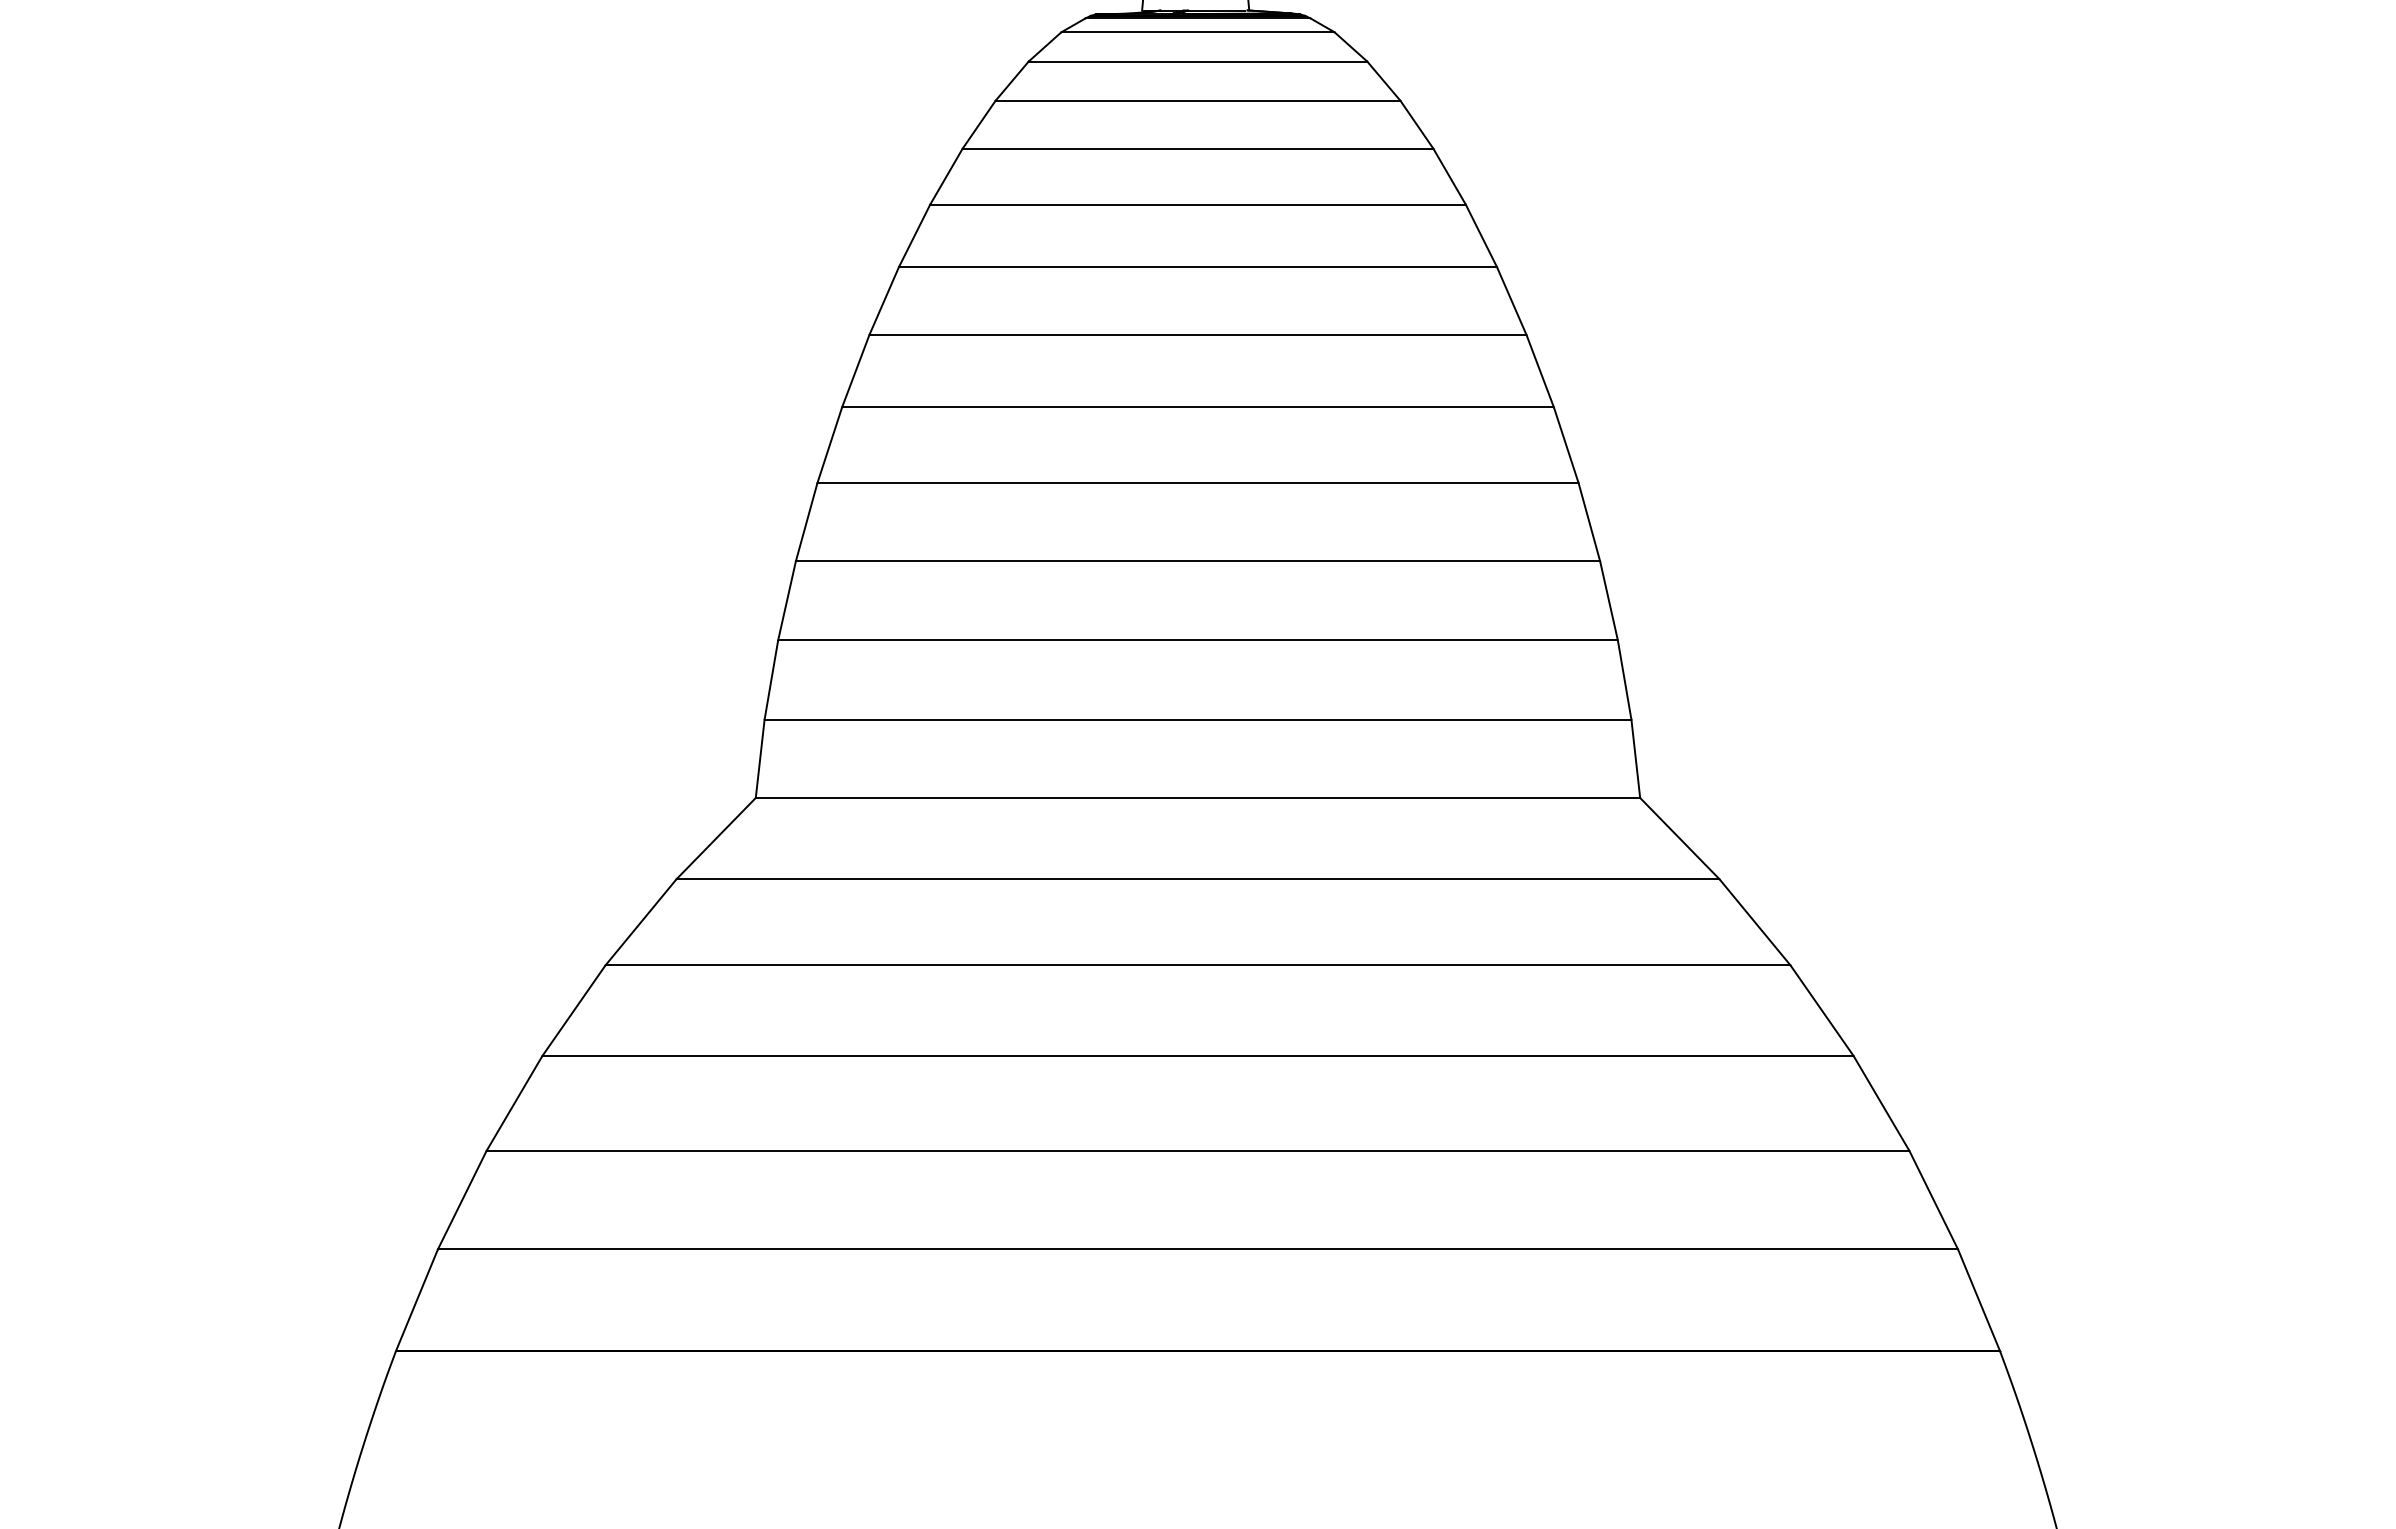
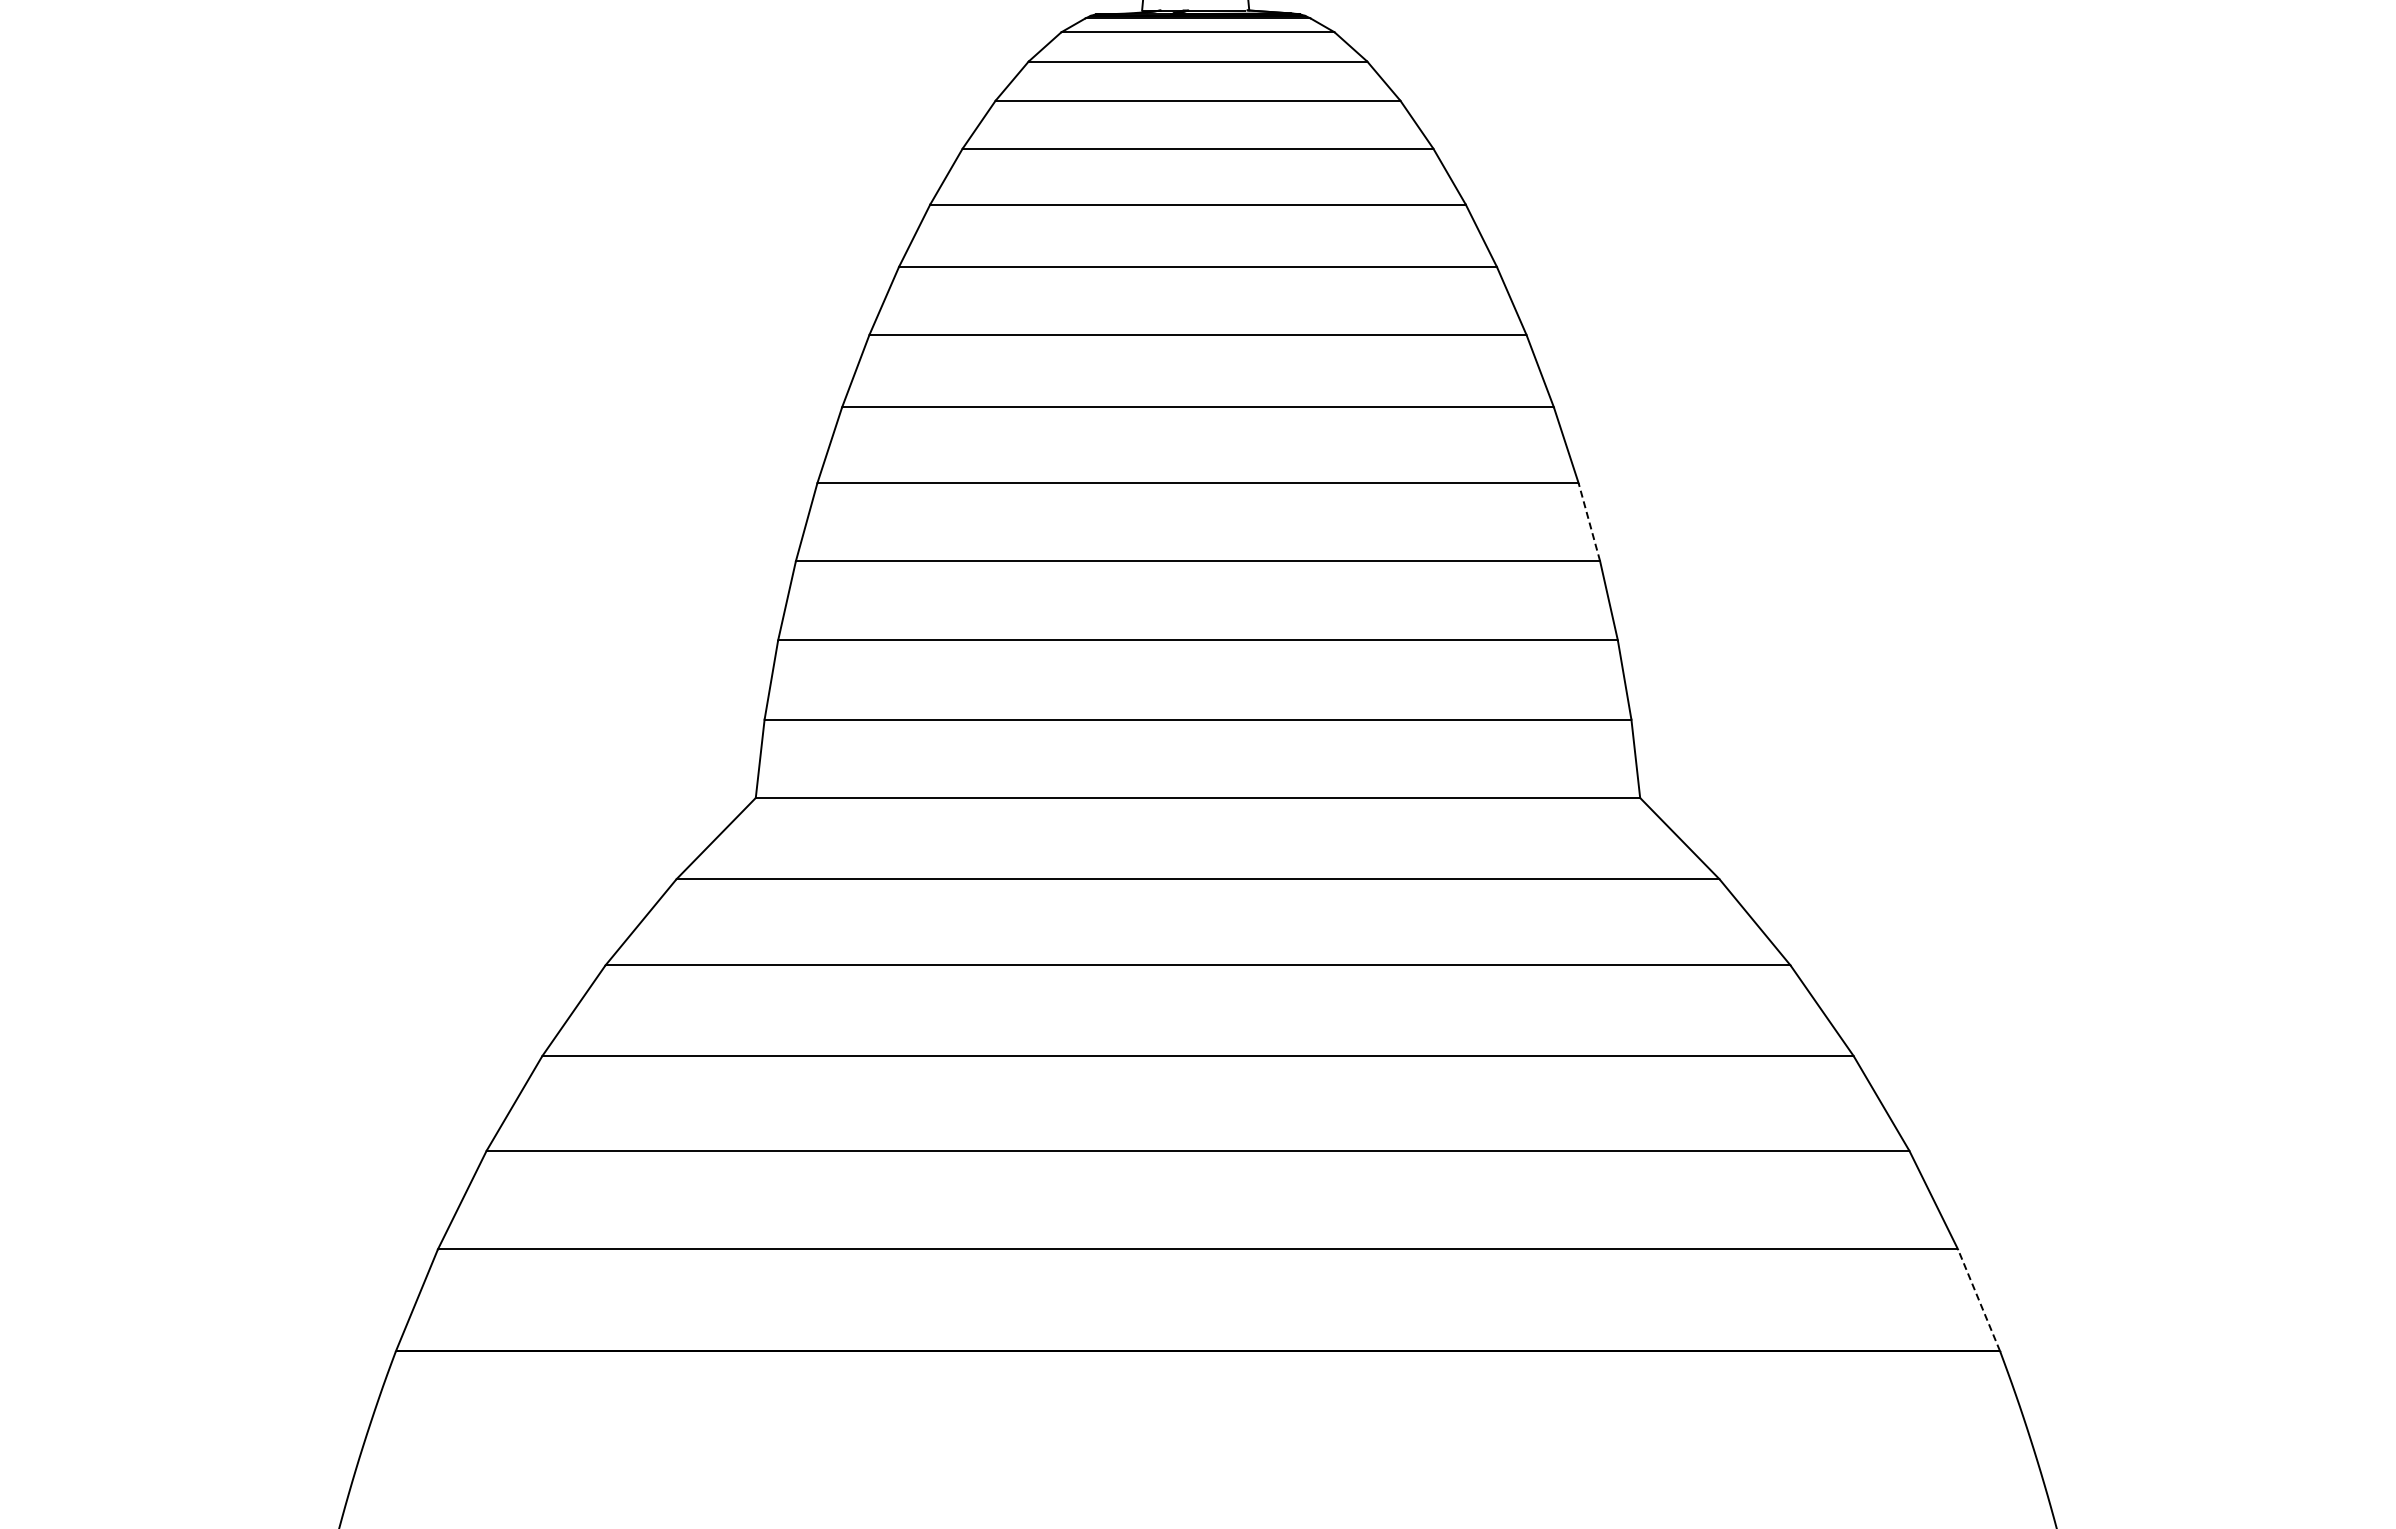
line at (1589, 521): solid -> dashed
line at (1978, 1299): solid -> dashed
